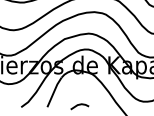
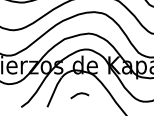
line at (79, 105) position: (79, 105) -> (79, 94)
